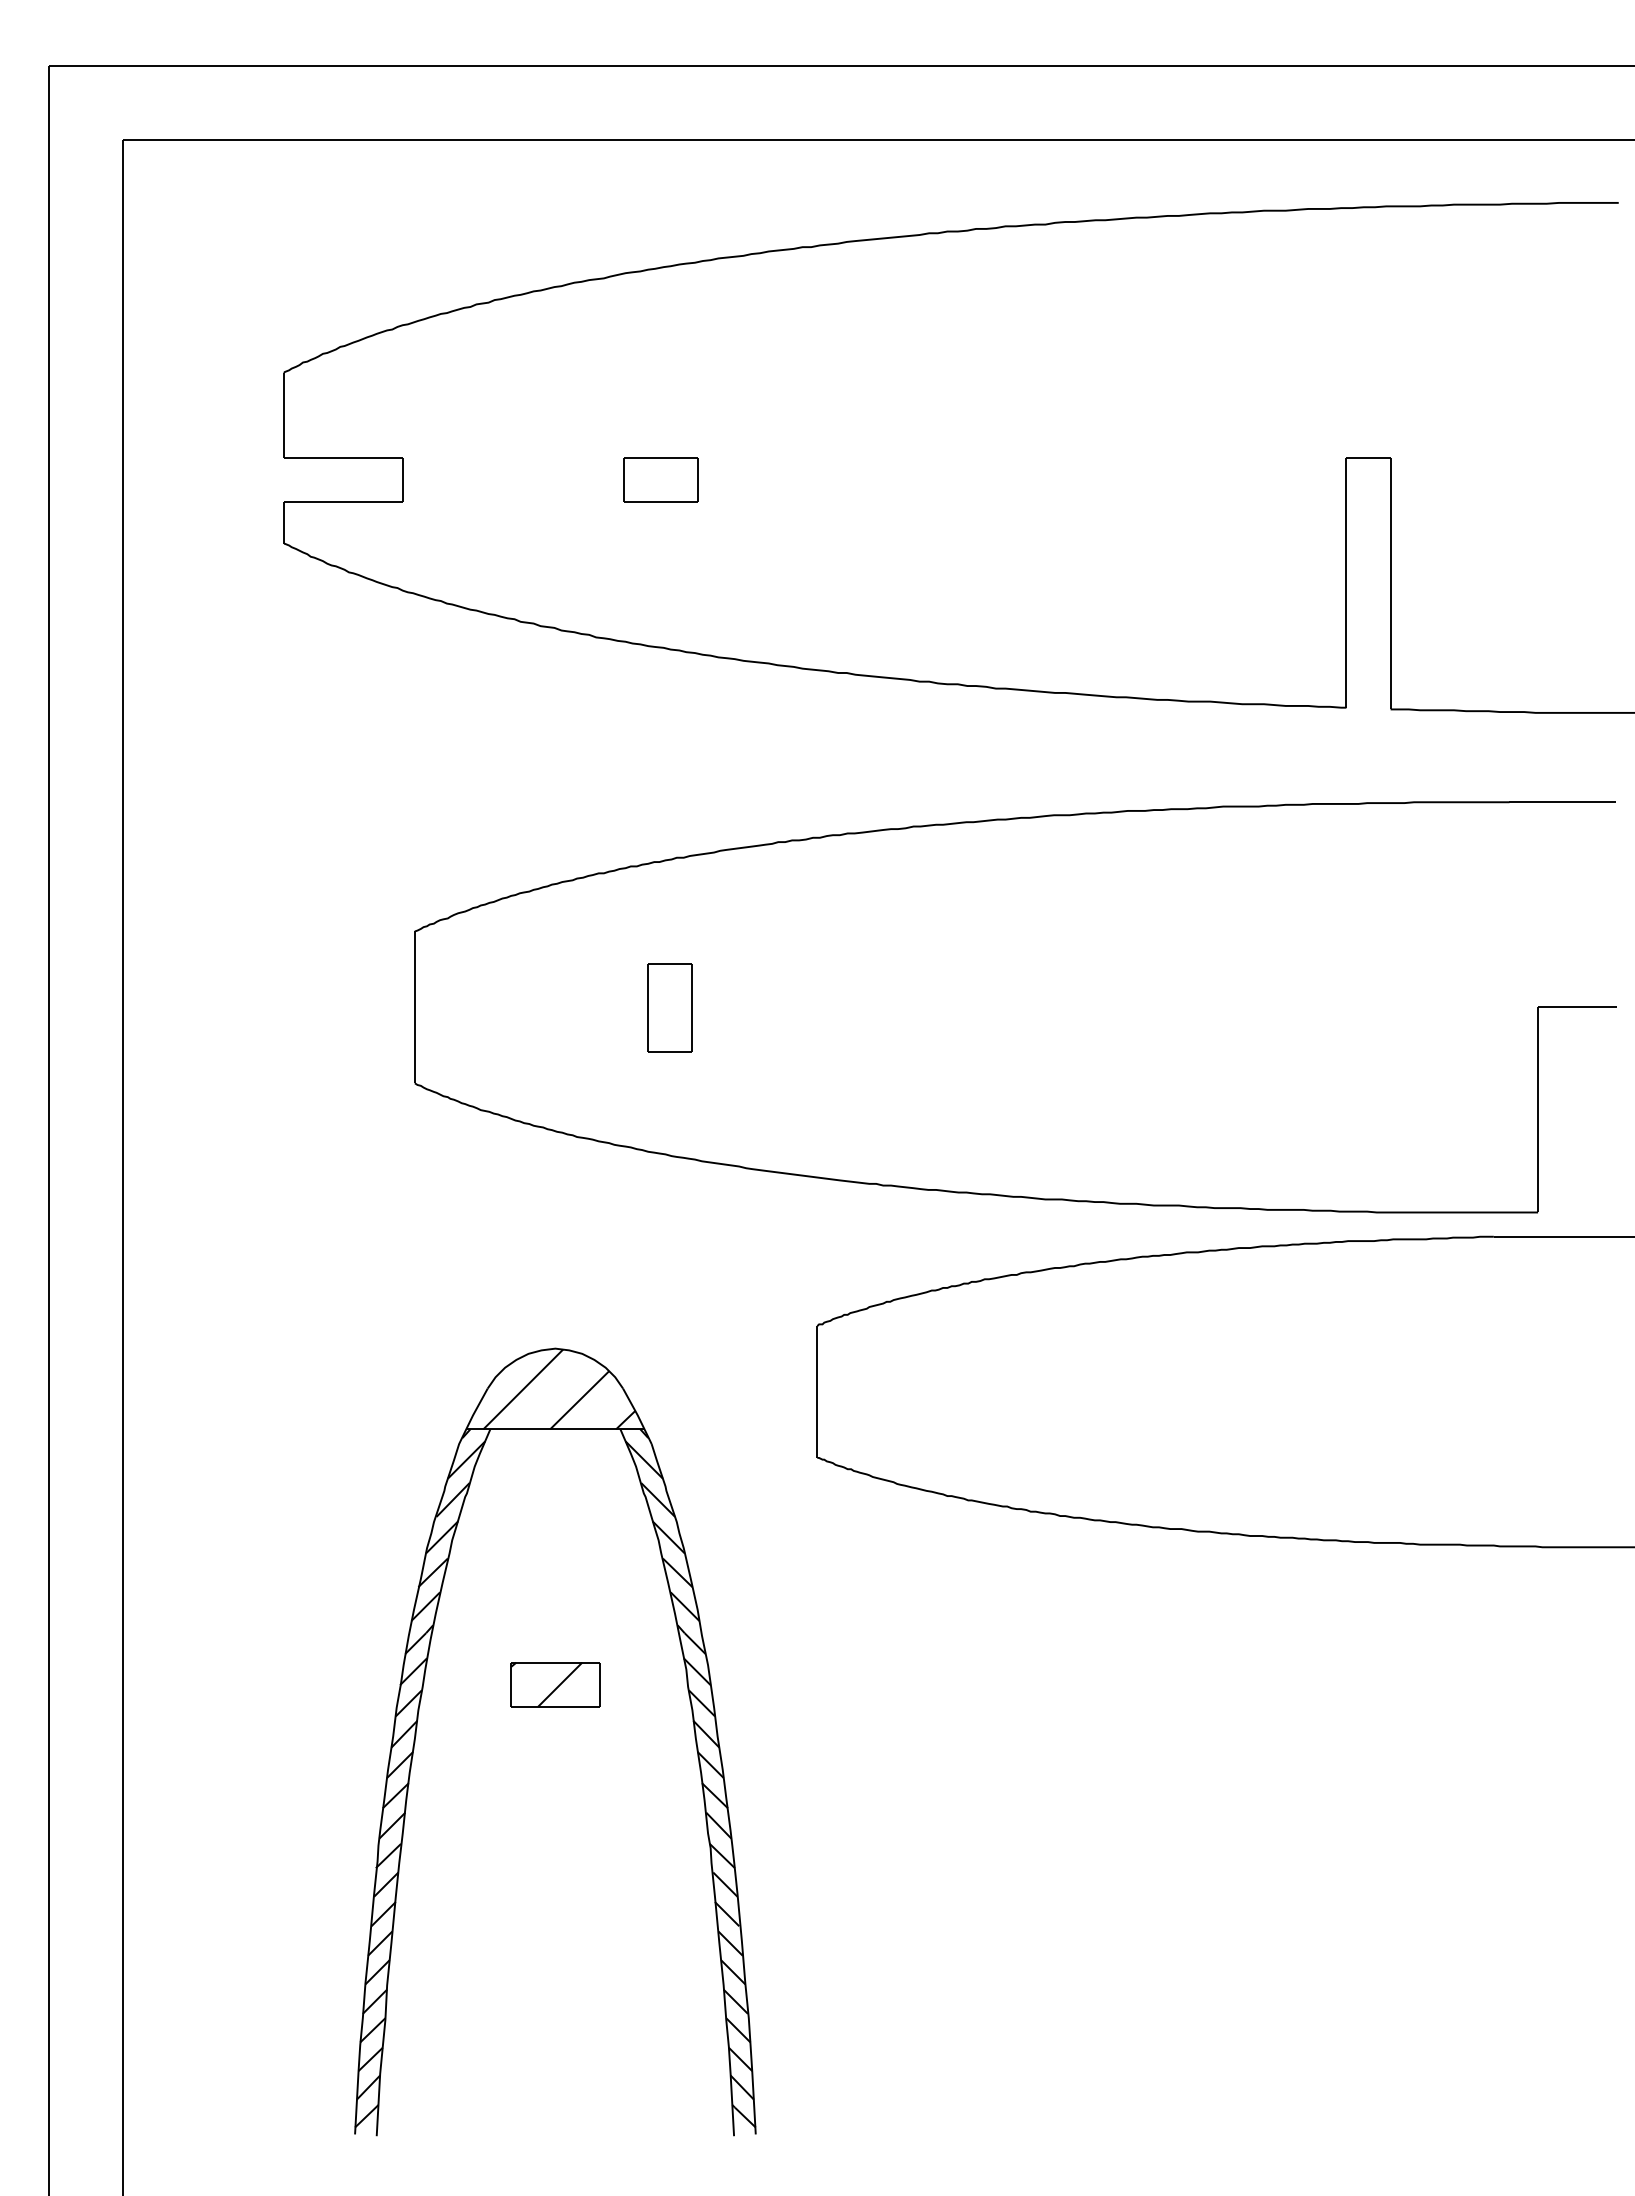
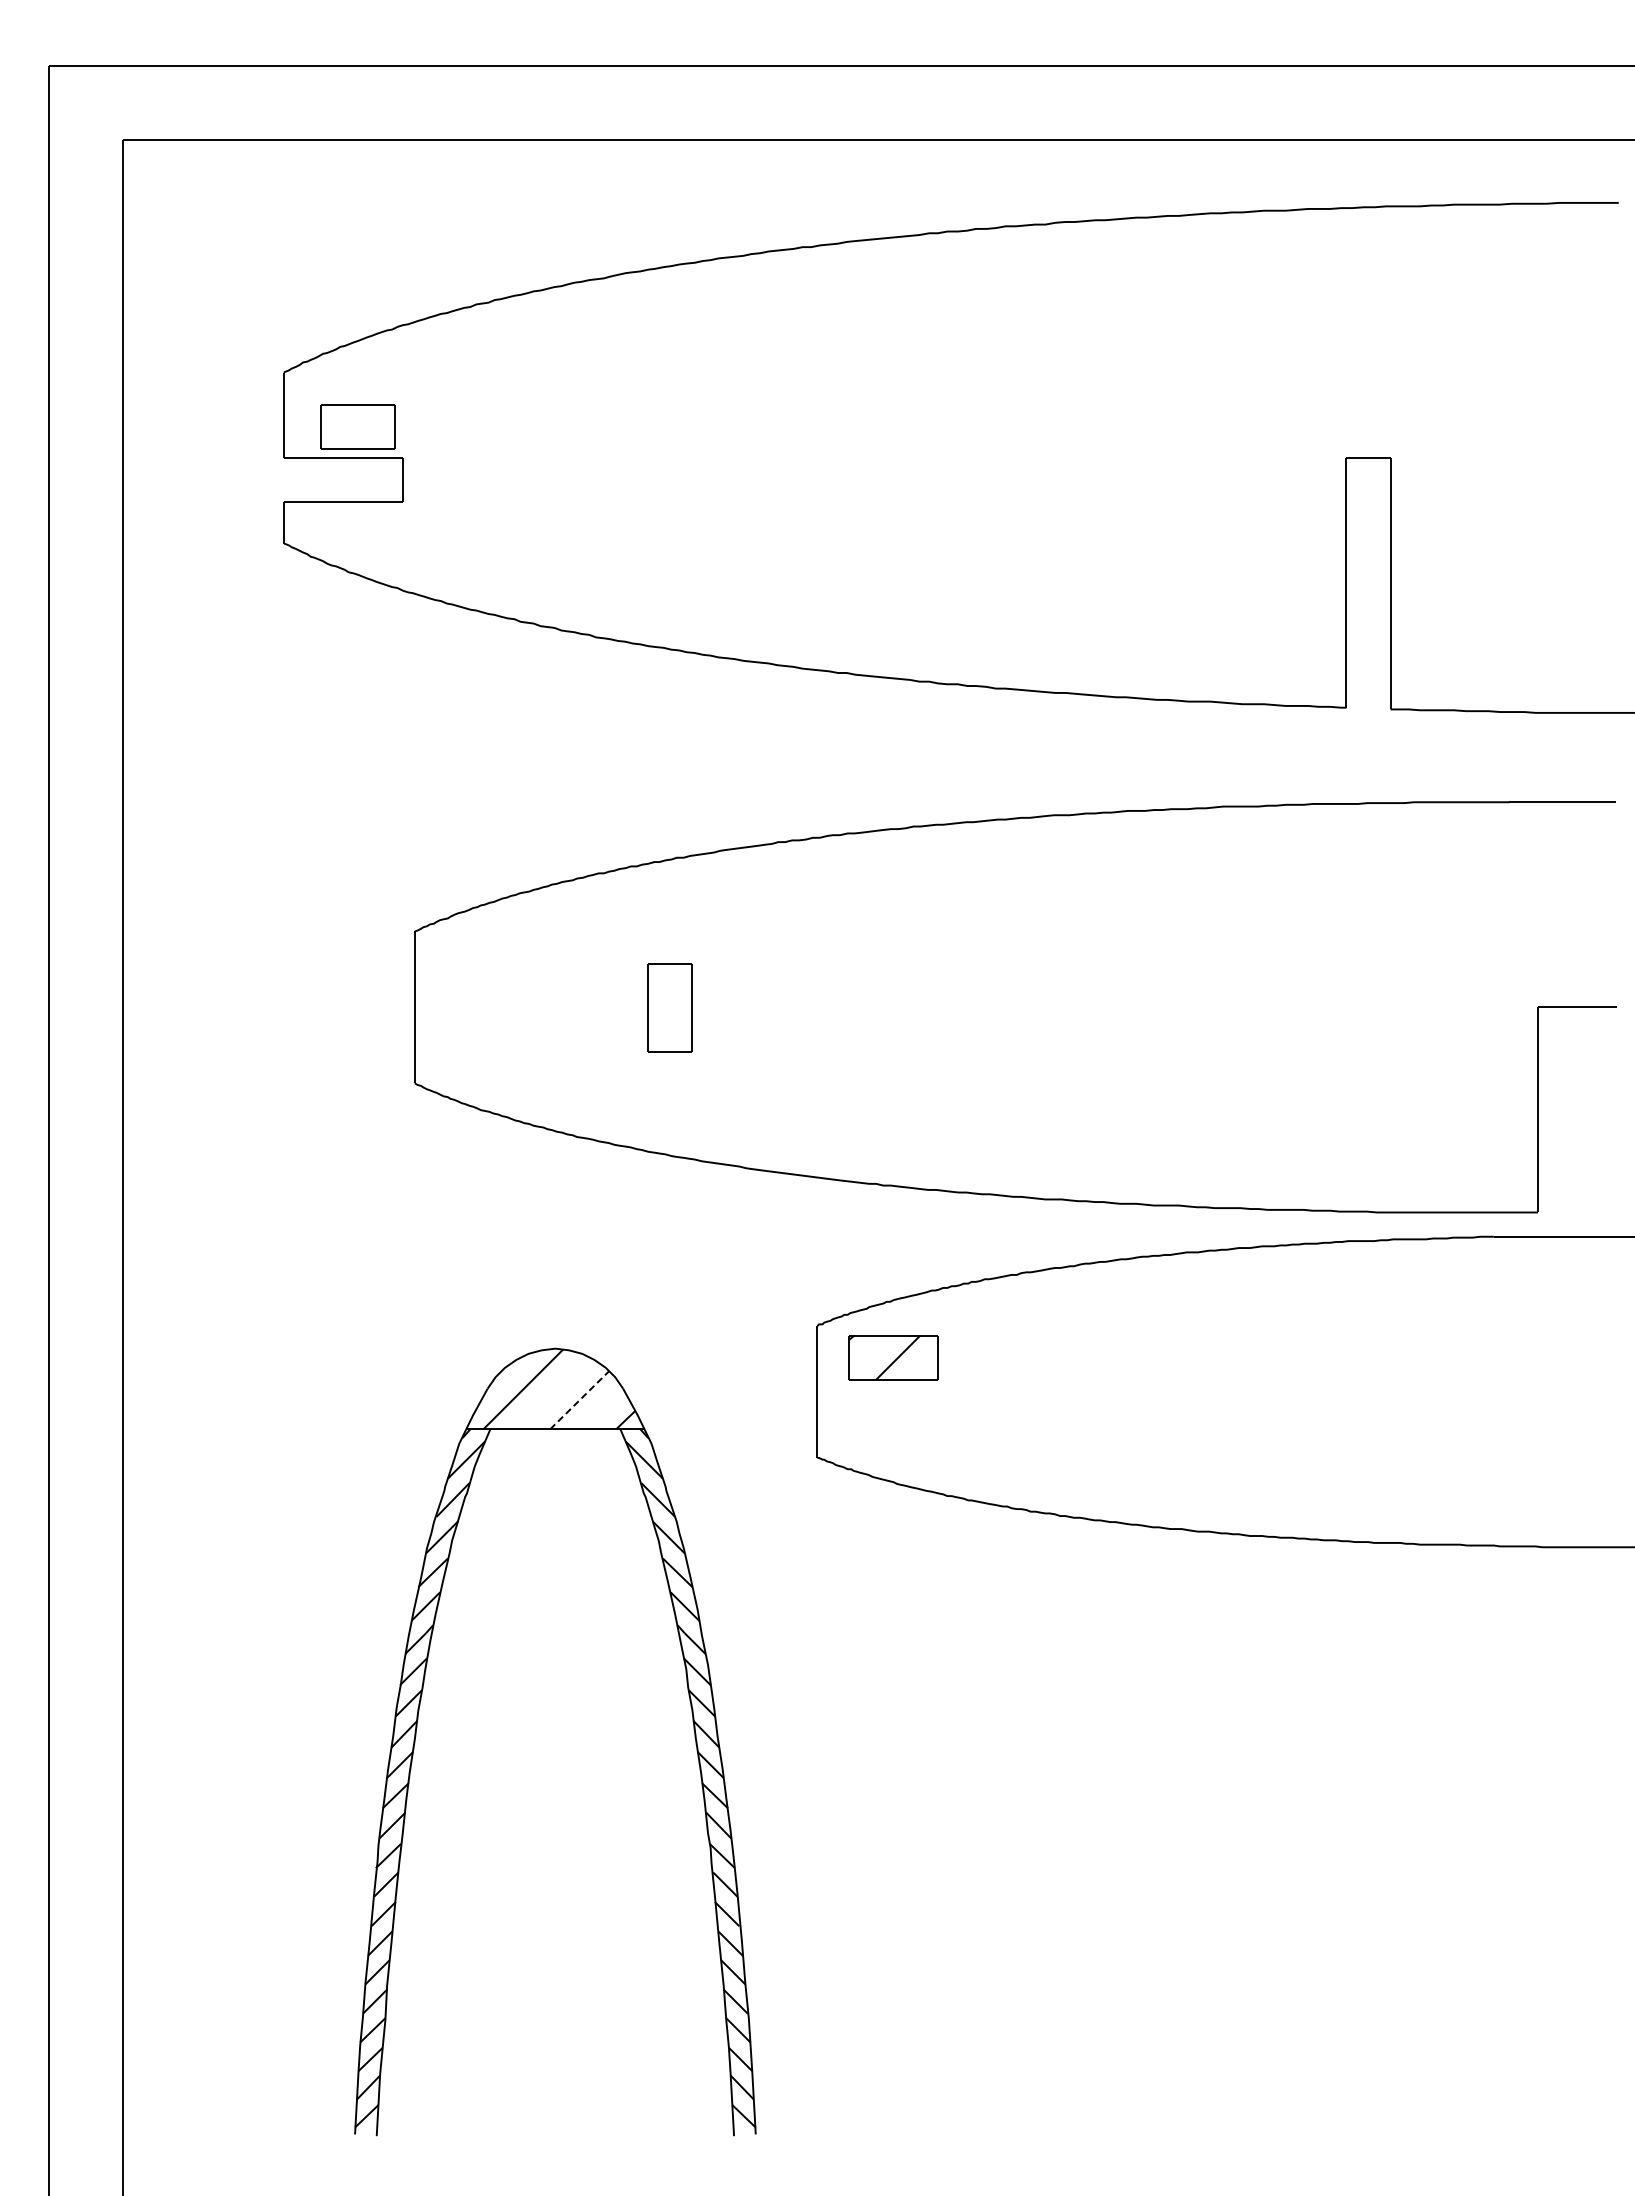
part at (660, 479) position: (660, 479) -> (357, 426)
line at (580, 1399): solid -> dashed
part at (555, 1684) position: (555, 1684) -> (893, 1357)
